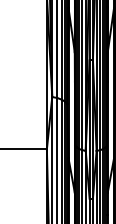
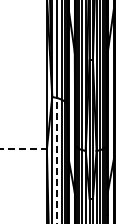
line at (24, 149): solid -> dashed
line at (57, 160): solid -> dashed
